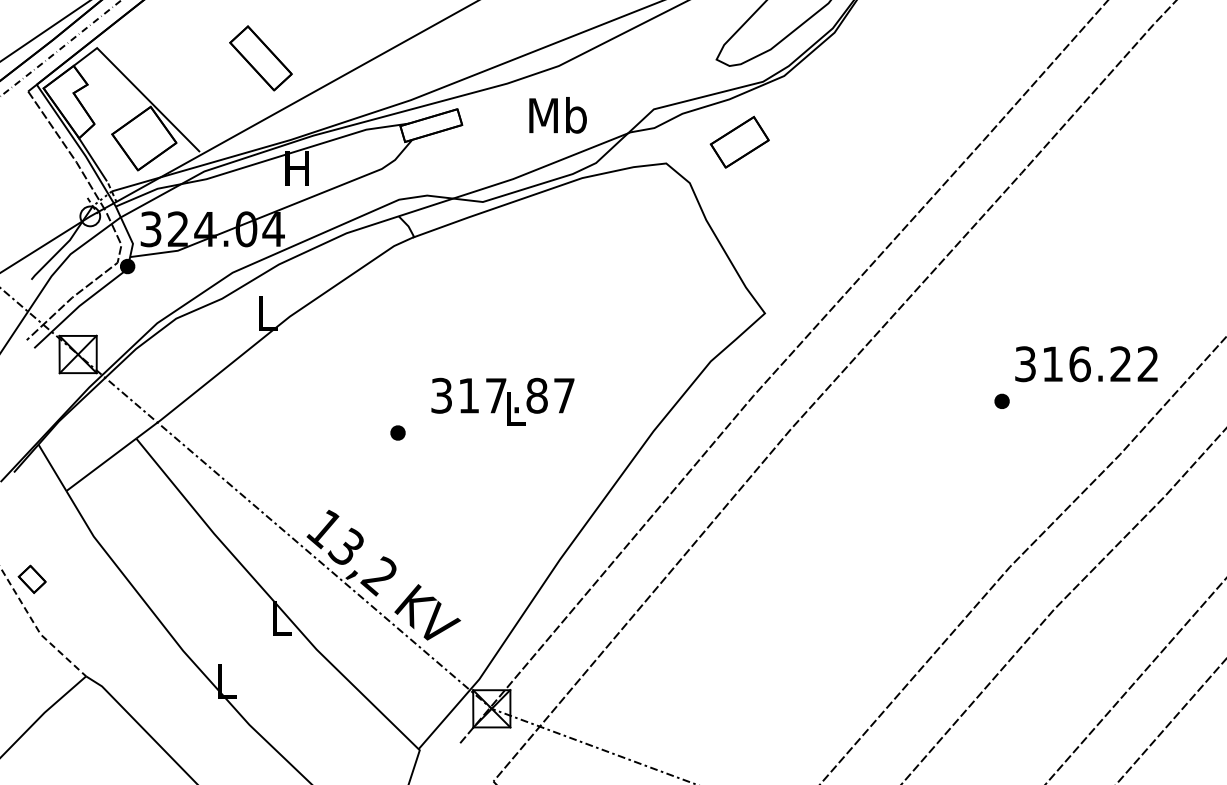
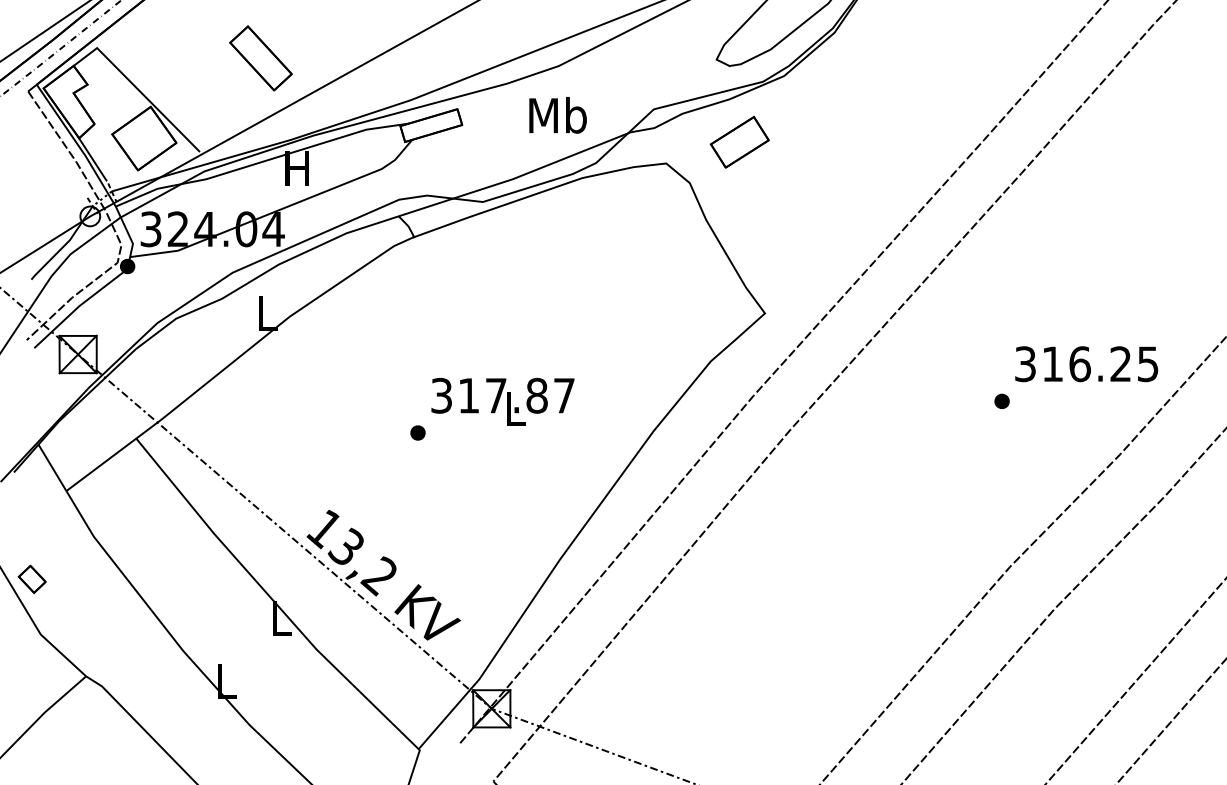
text at (1147, 364): 316.22 -> 316.25
part at (397, 432) position: (397, 432) -> (417, 432)
line at (36, 627): dashed -> solid
